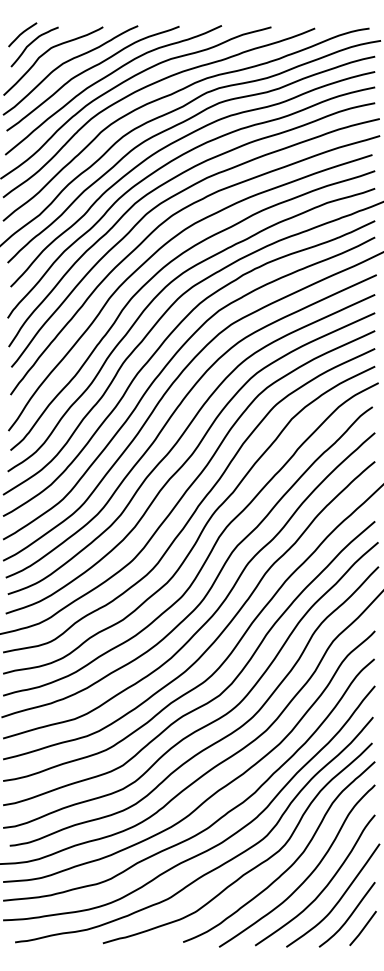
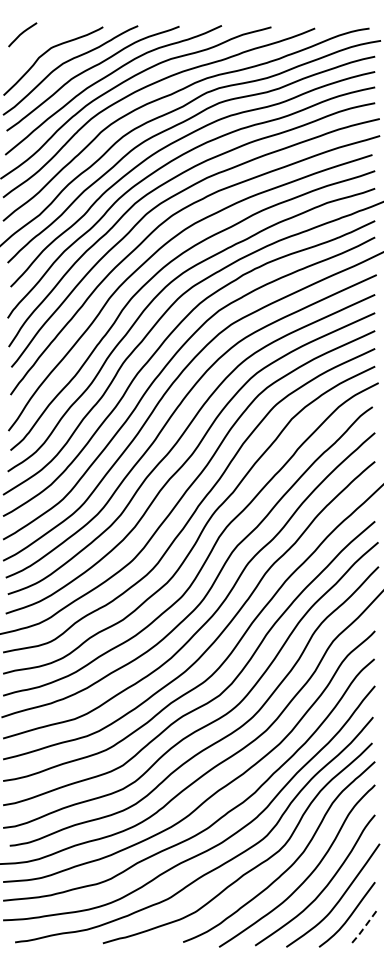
curve at (32, 43): present -> none
line at (363, 929): solid -> dashed
